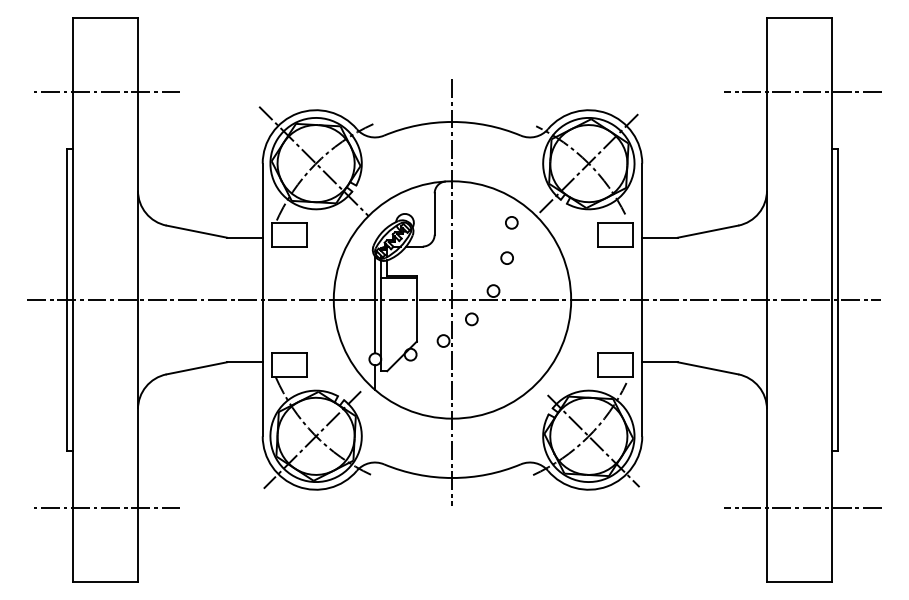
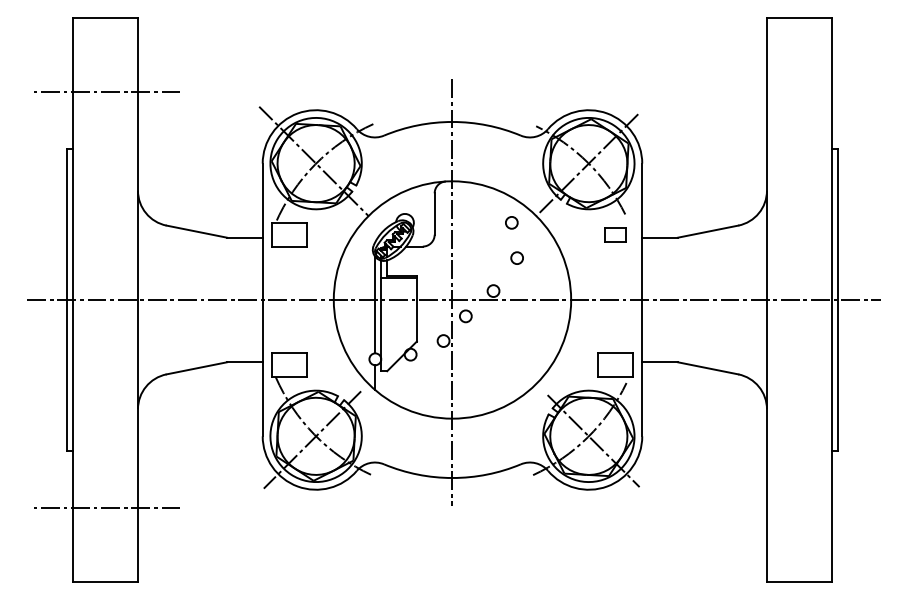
line at (802, 92): present -> none
part at (615, 234) size: 37x26 px -> 23x16 px
circle at (506, 257) position: (506, 257) -> (516, 257)
circle at (471, 319) position: (471, 319) -> (465, 316)
line at (802, 507): present -> none
